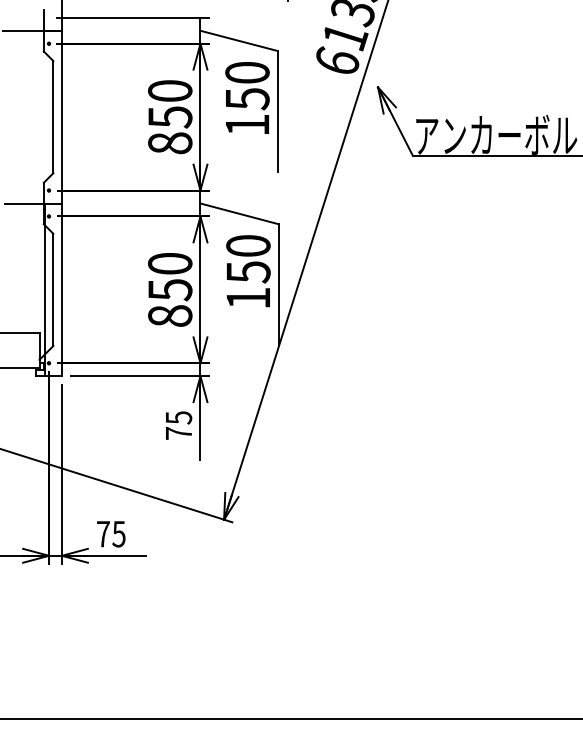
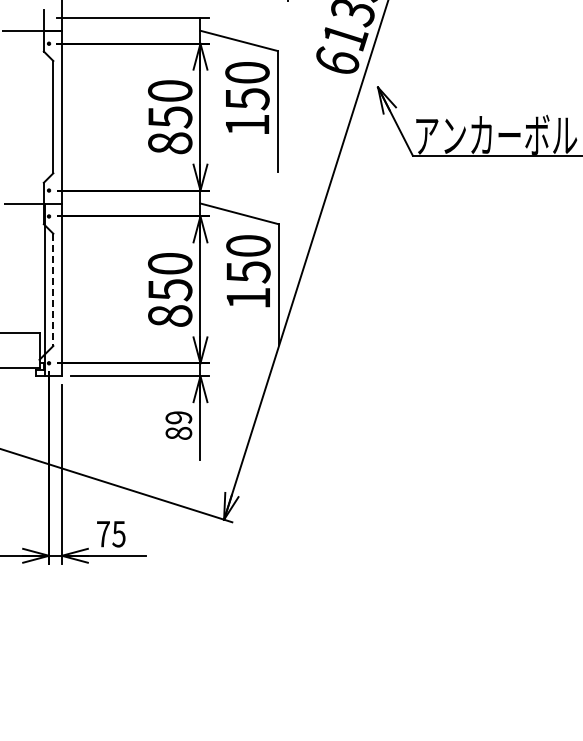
line at (53, 290): solid -> dashed
text at (178, 425): 75 -> 89
line at (290, 718): present -> none
